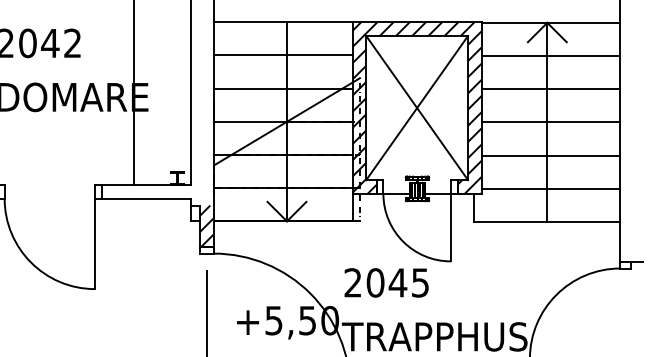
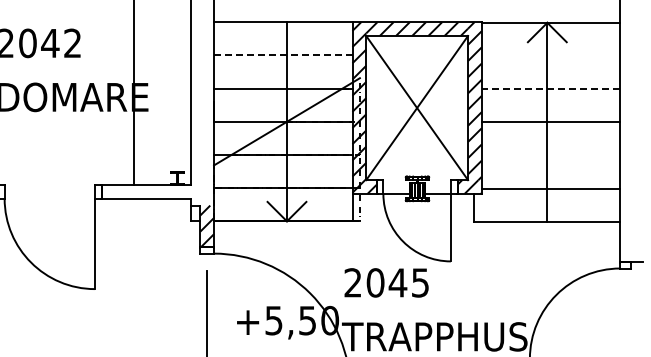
line at (283, 55): solid -> dashed
line at (550, 56): present -> none
line at (550, 89): solid -> dashed
line at (550, 155): present -> none
